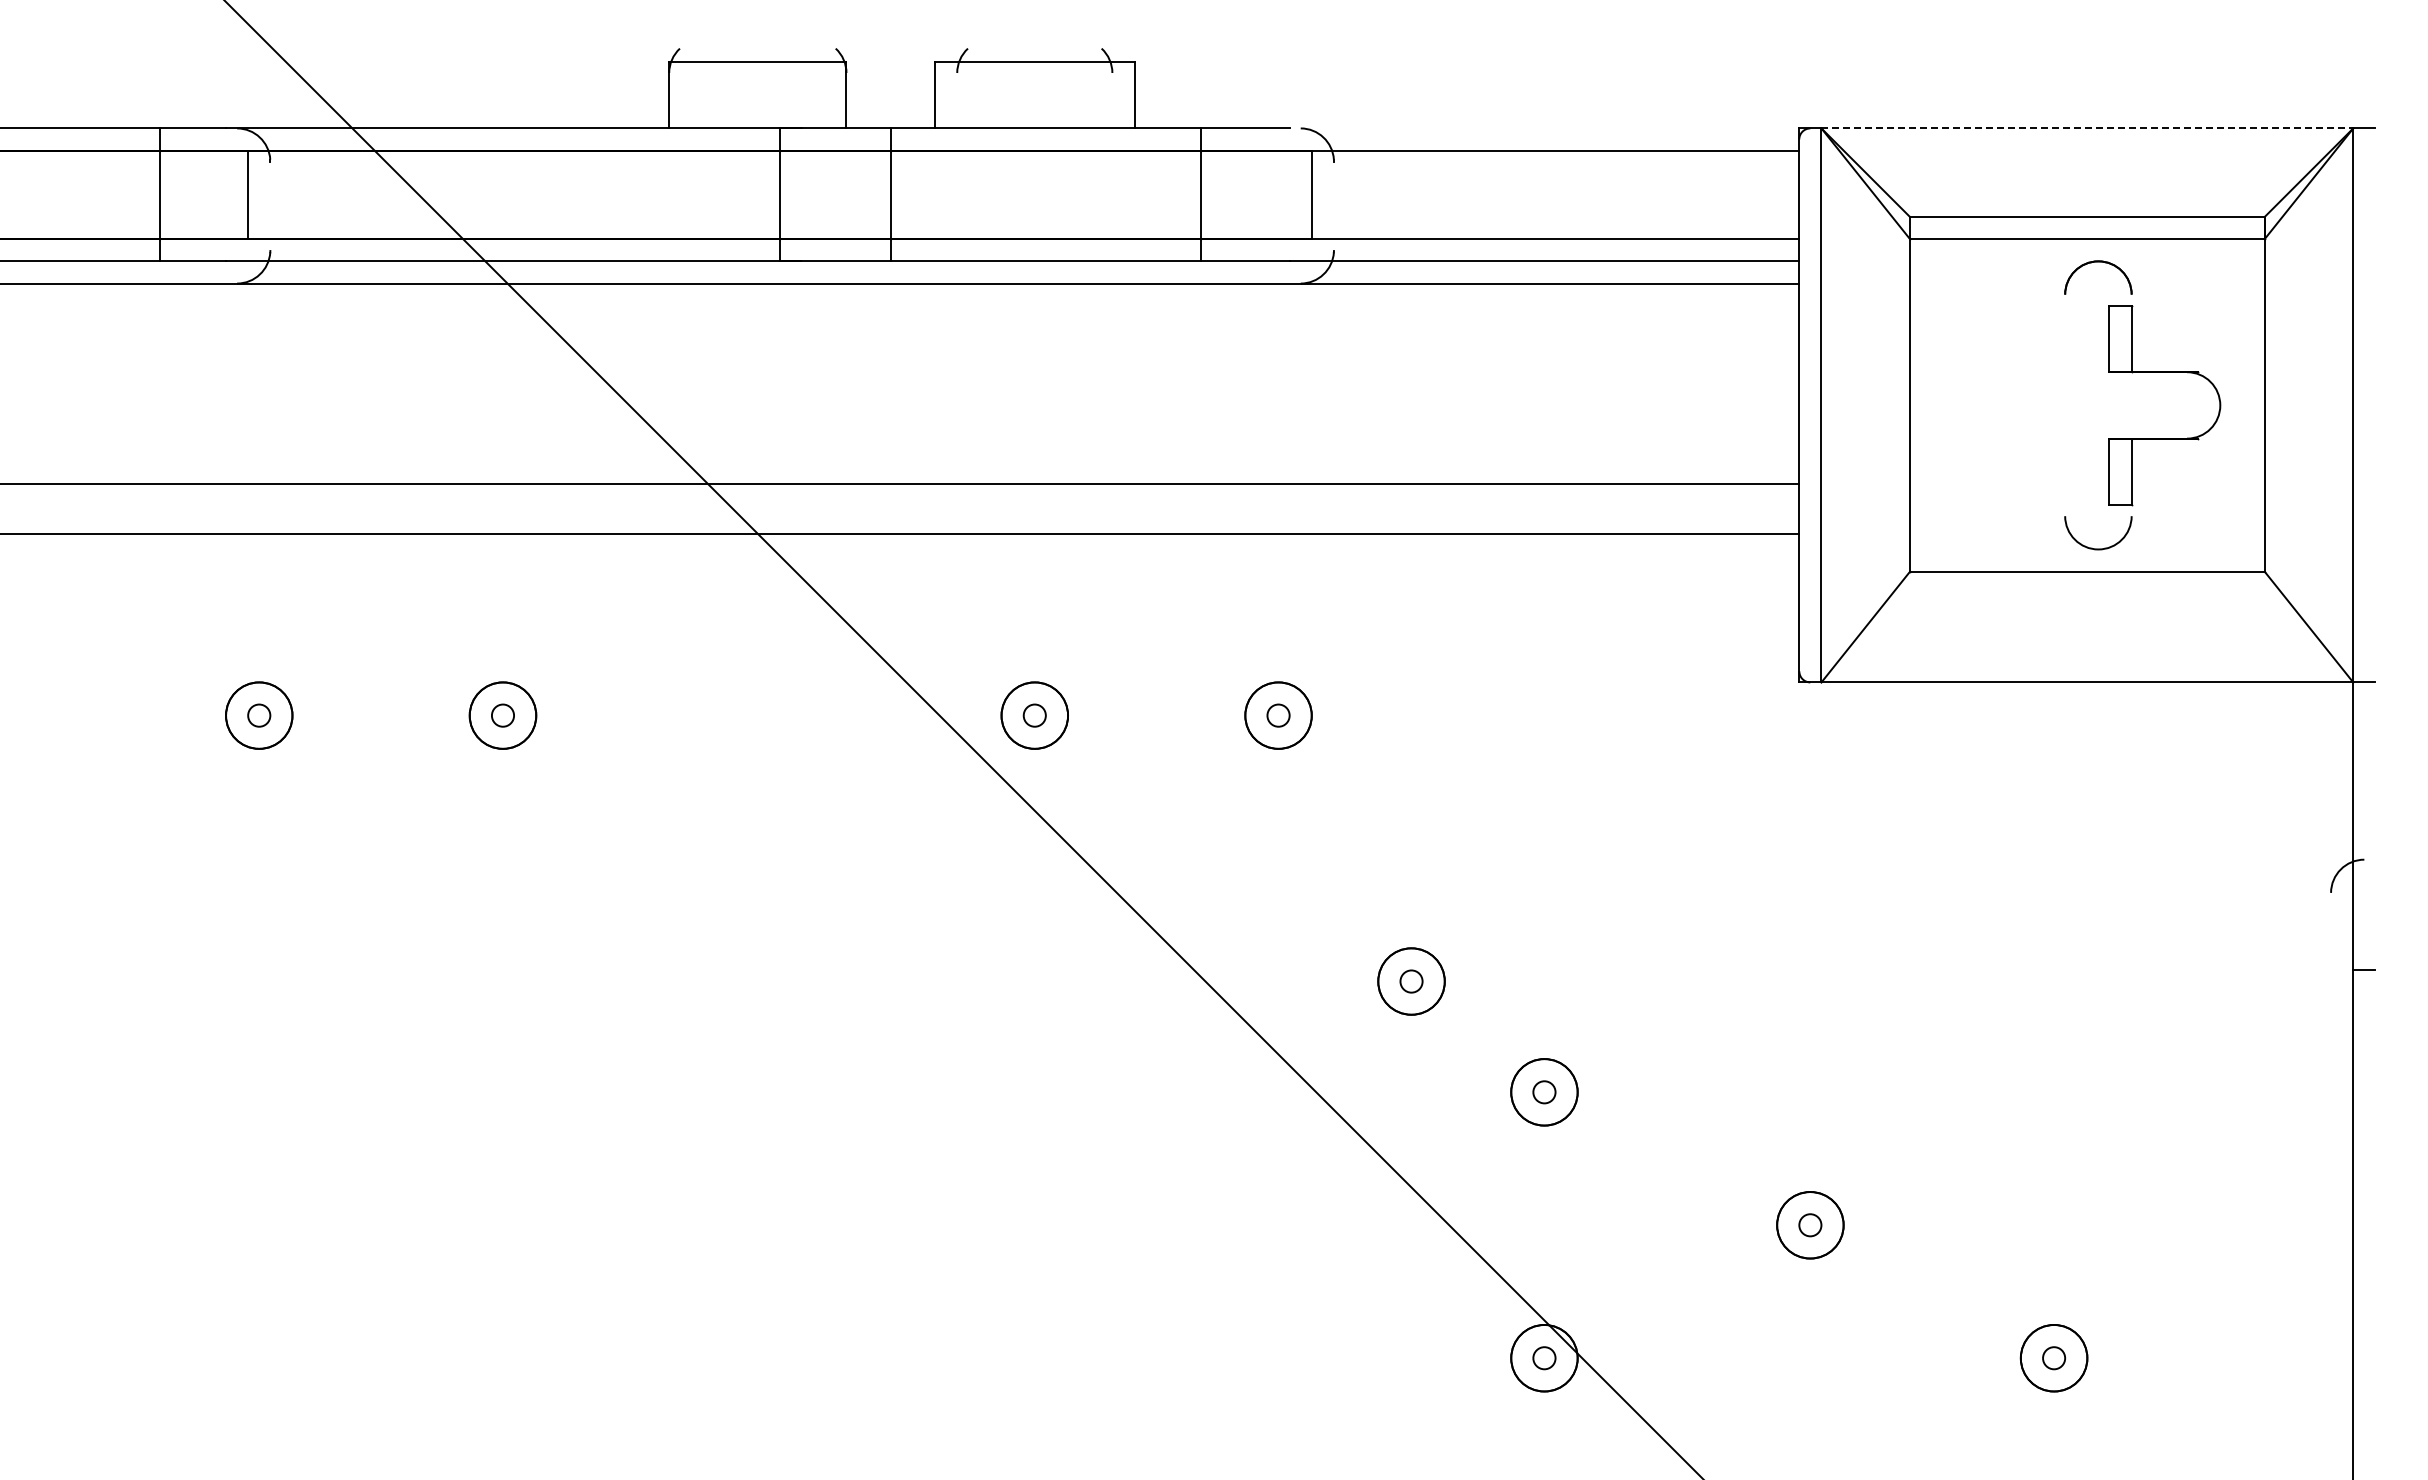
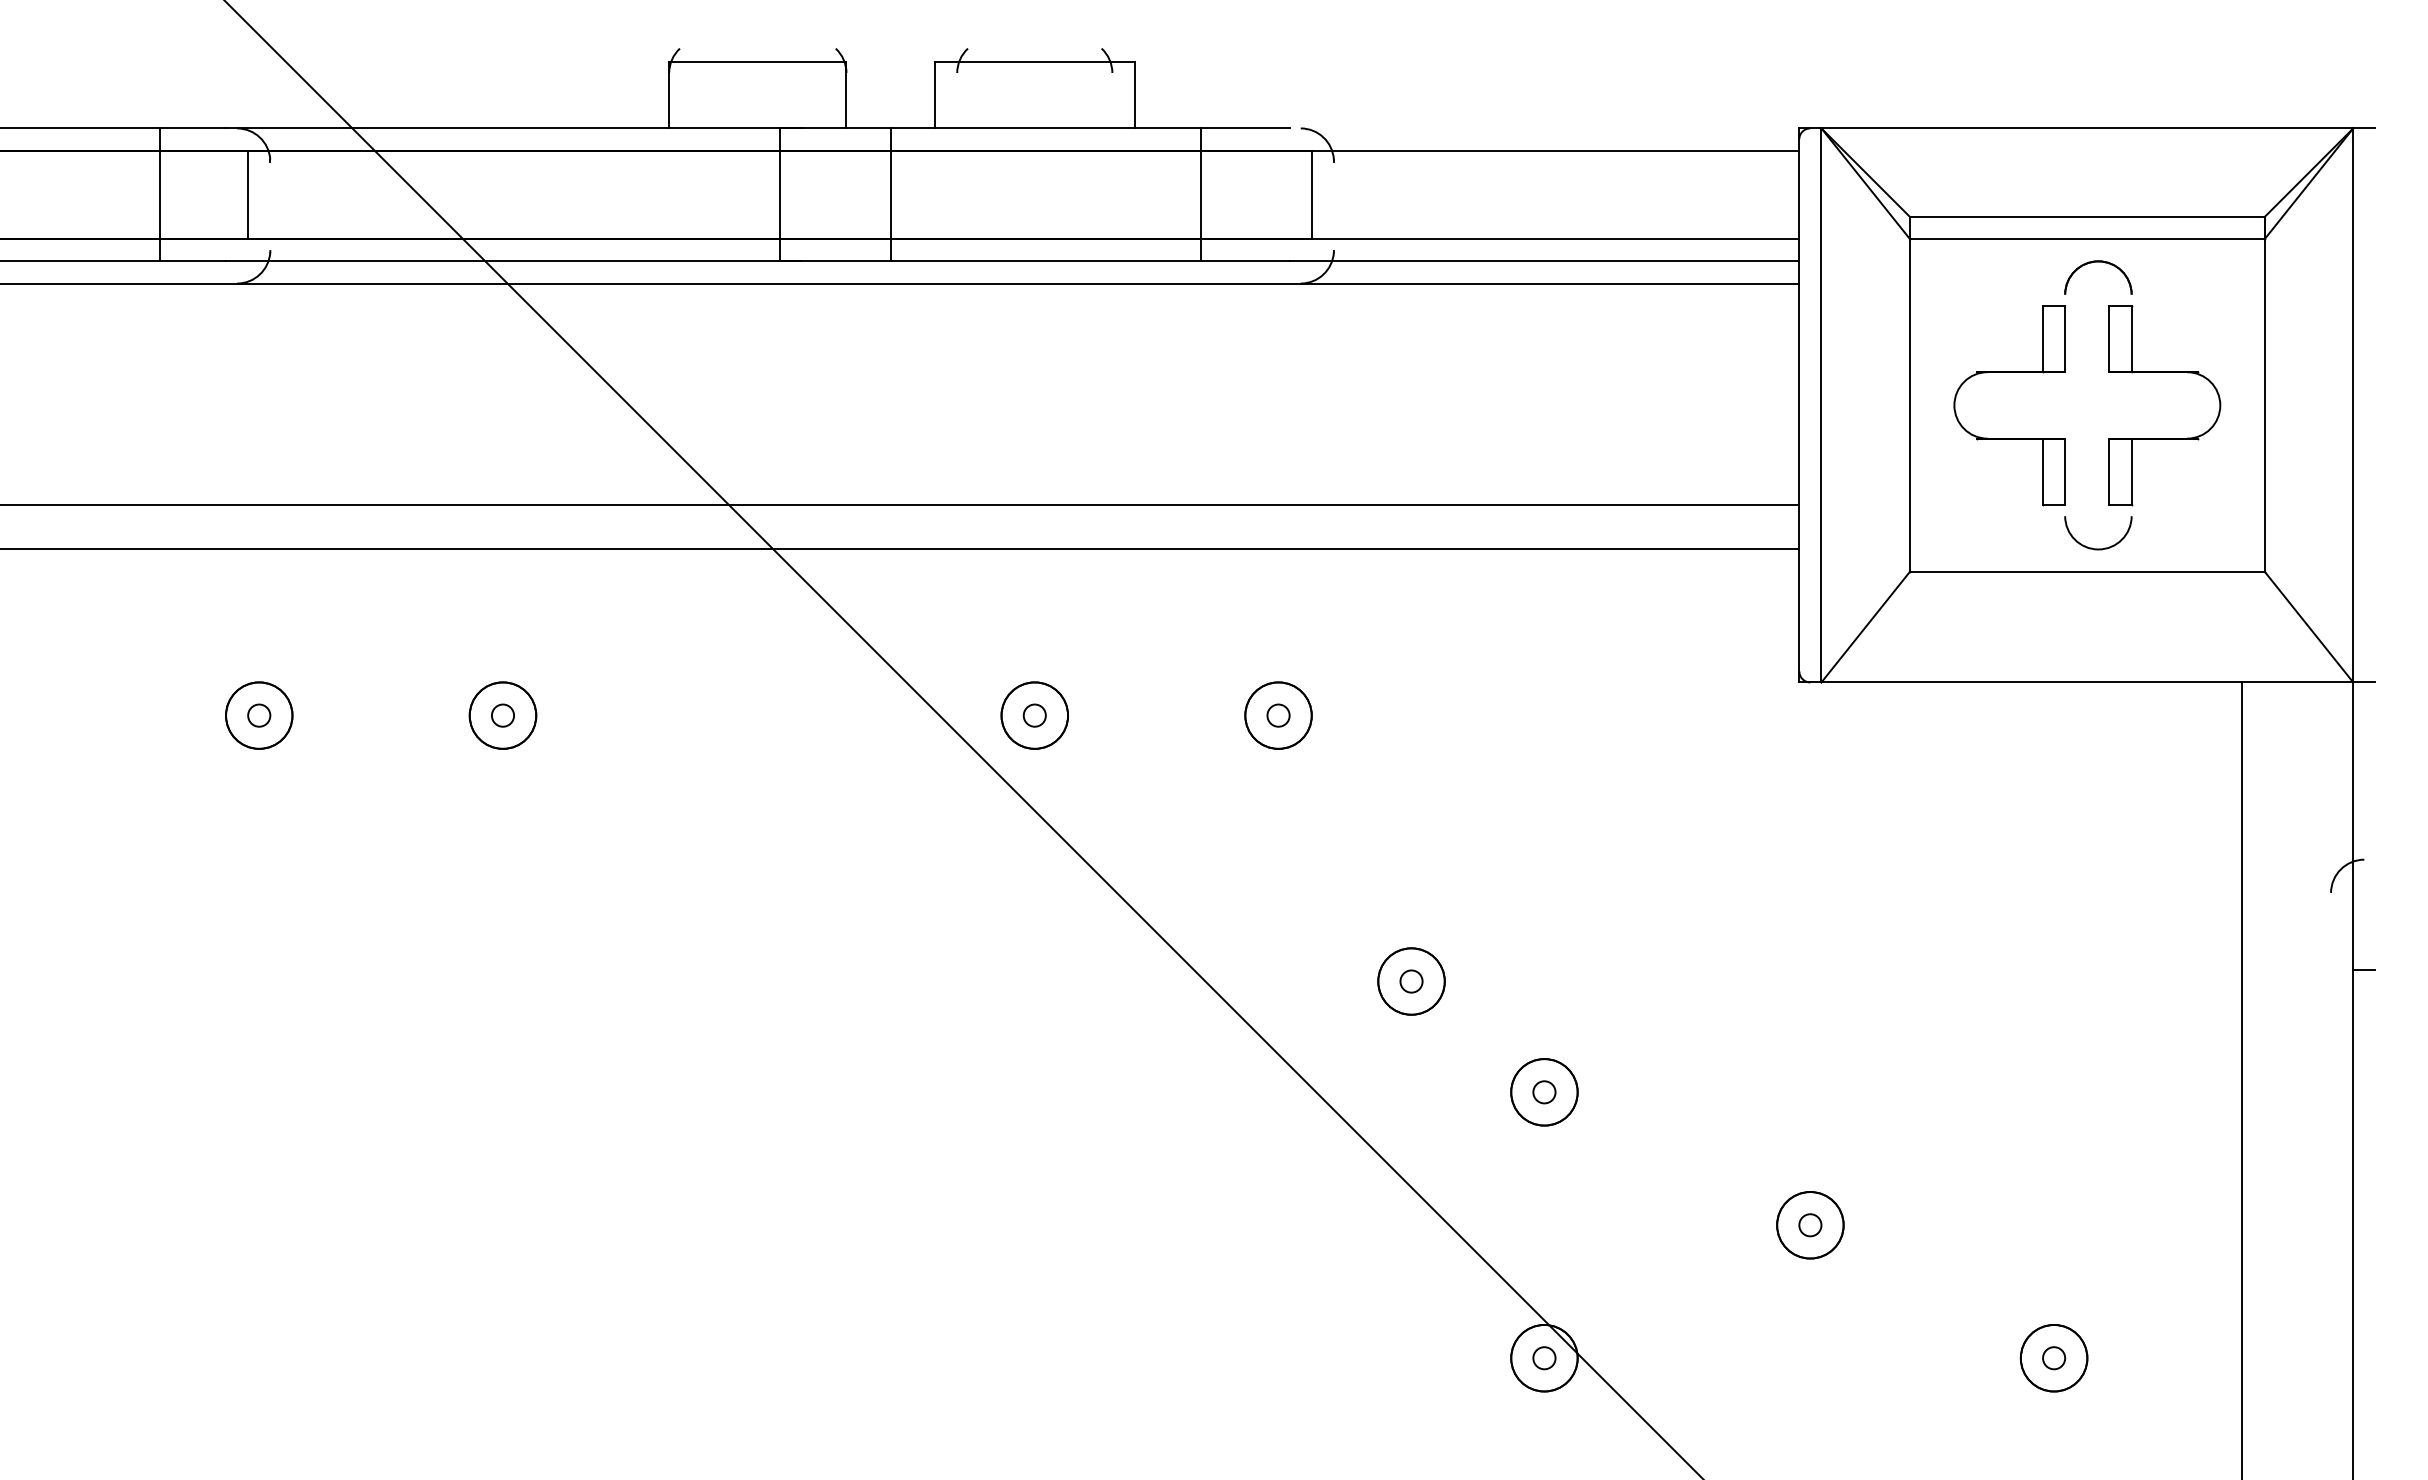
line at (2087, 128): dashed -> solid
part at (2009, 372): none -> present
line at (900, 484) position: (900, 484) -> (900, 505)
line at (900, 534) position: (900, 534) -> (900, 549)
line at (2242, 1079): none -> present
